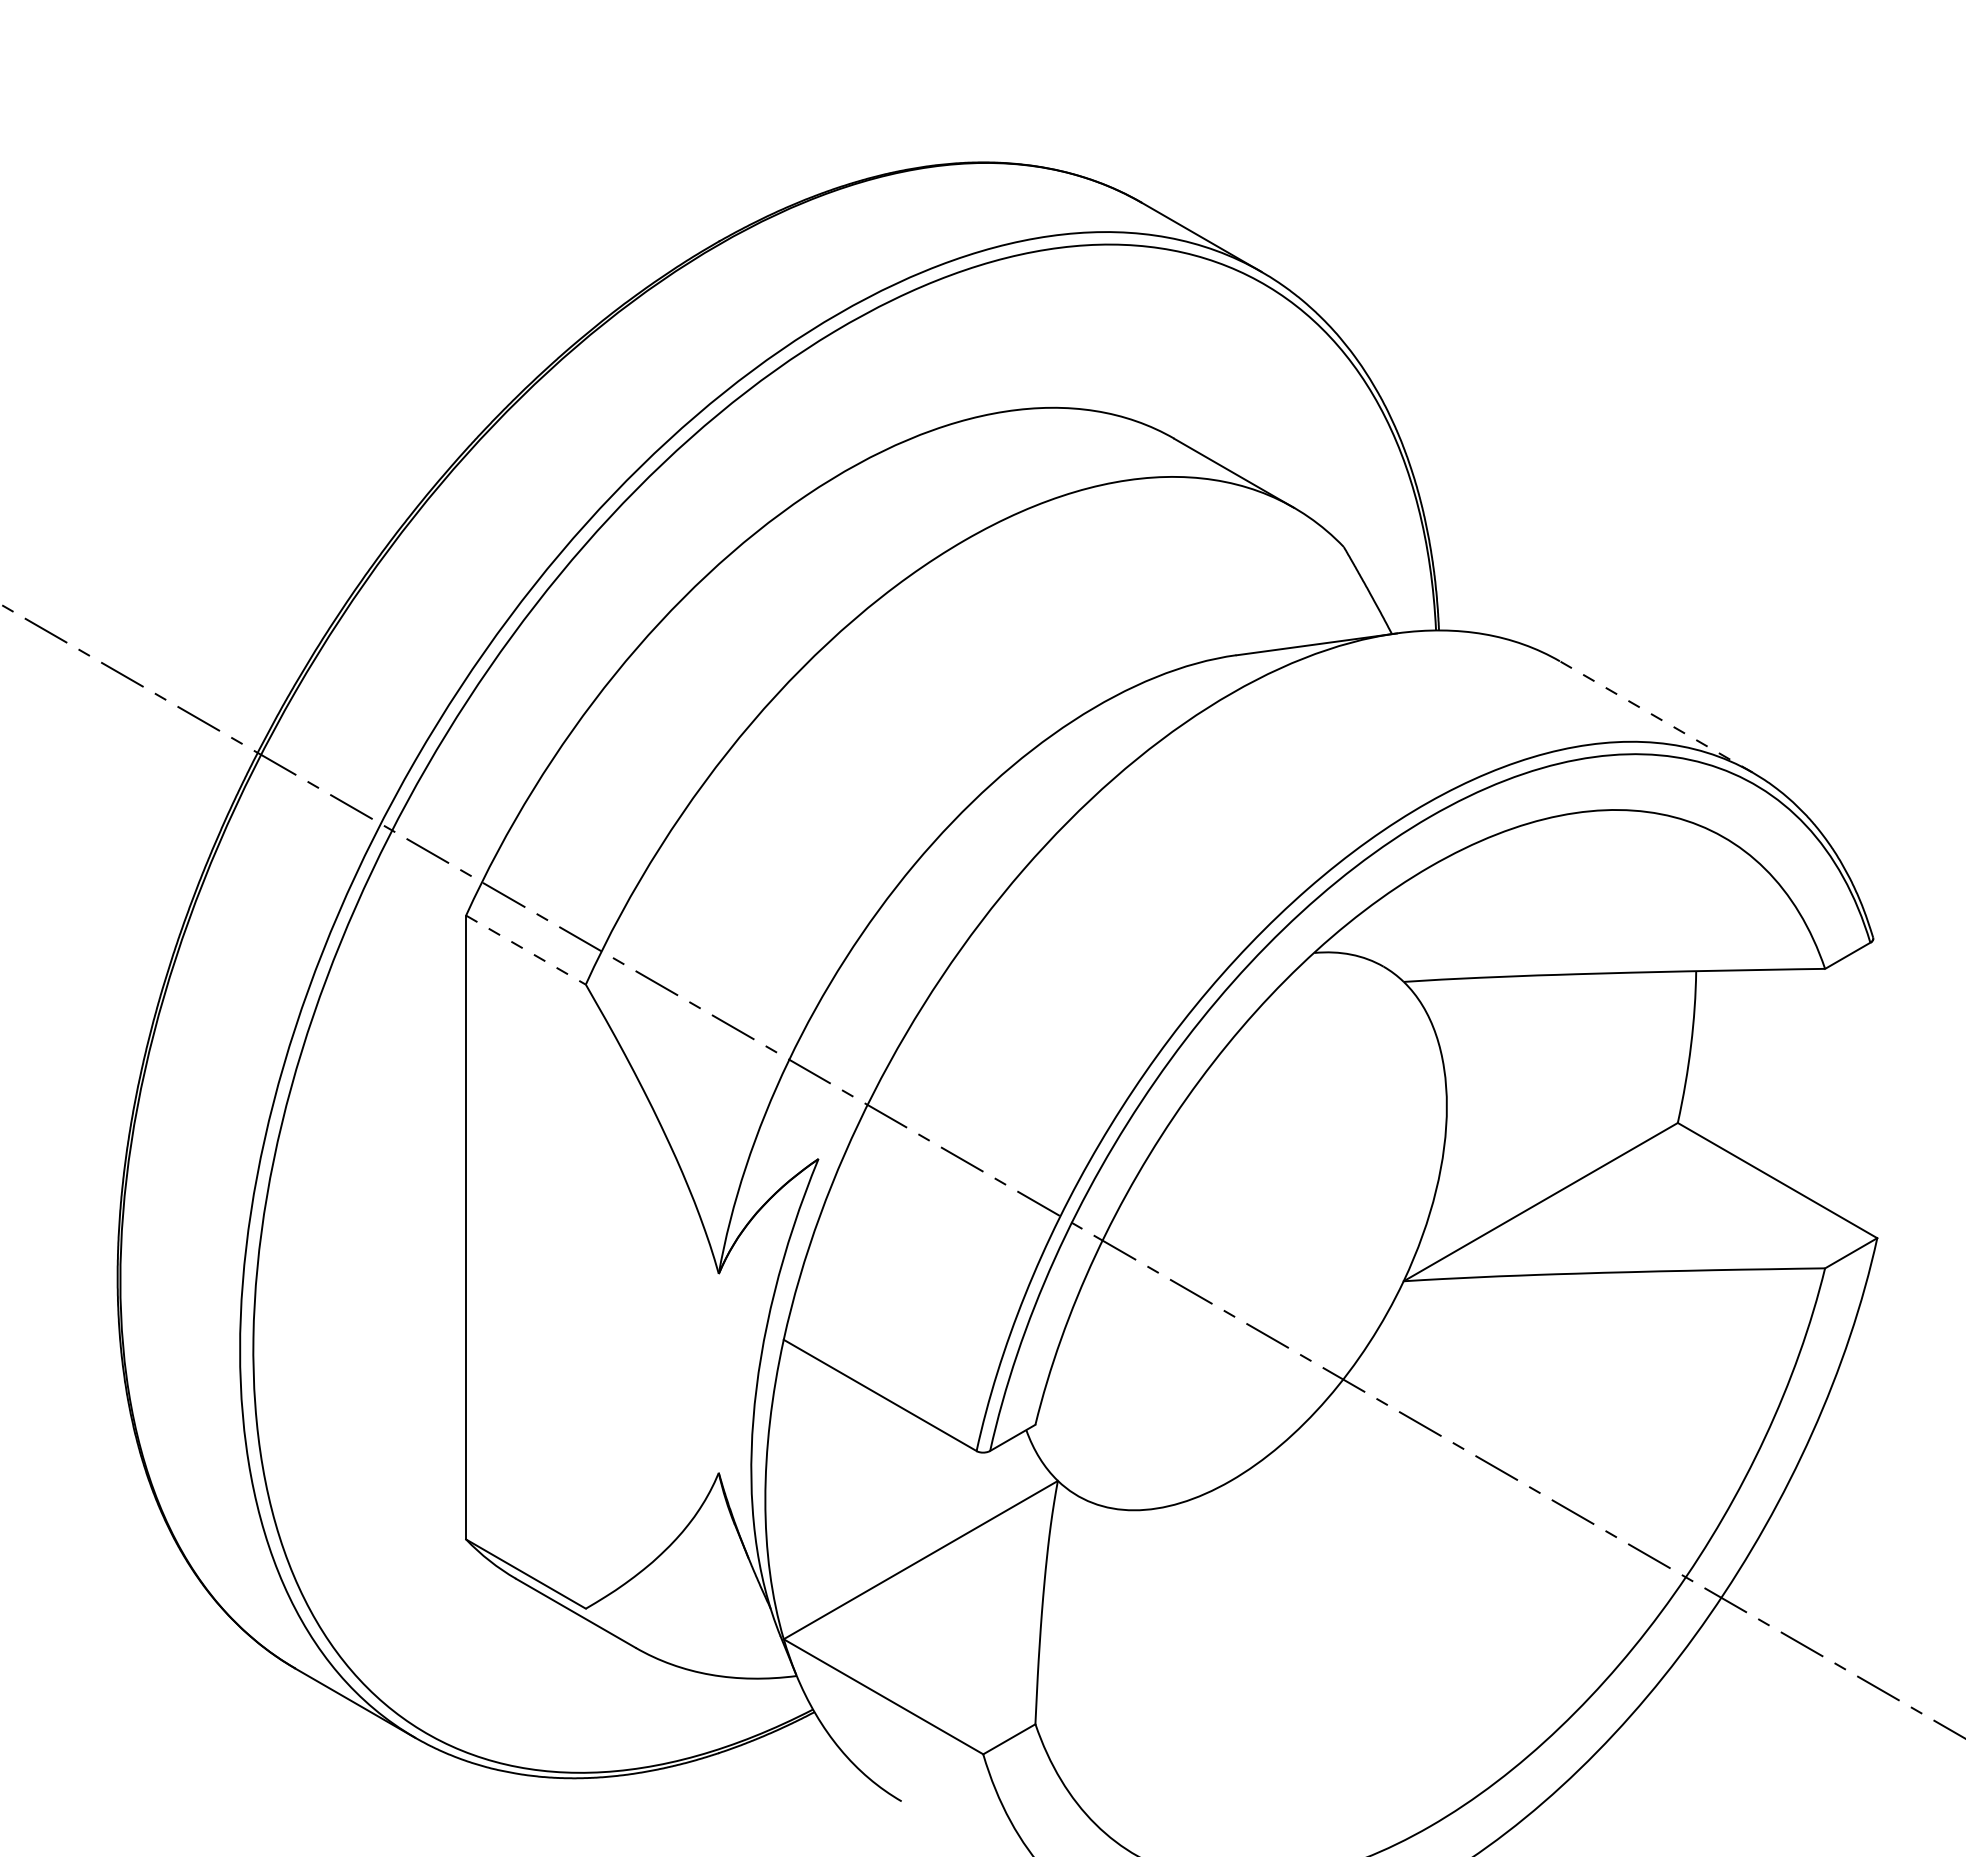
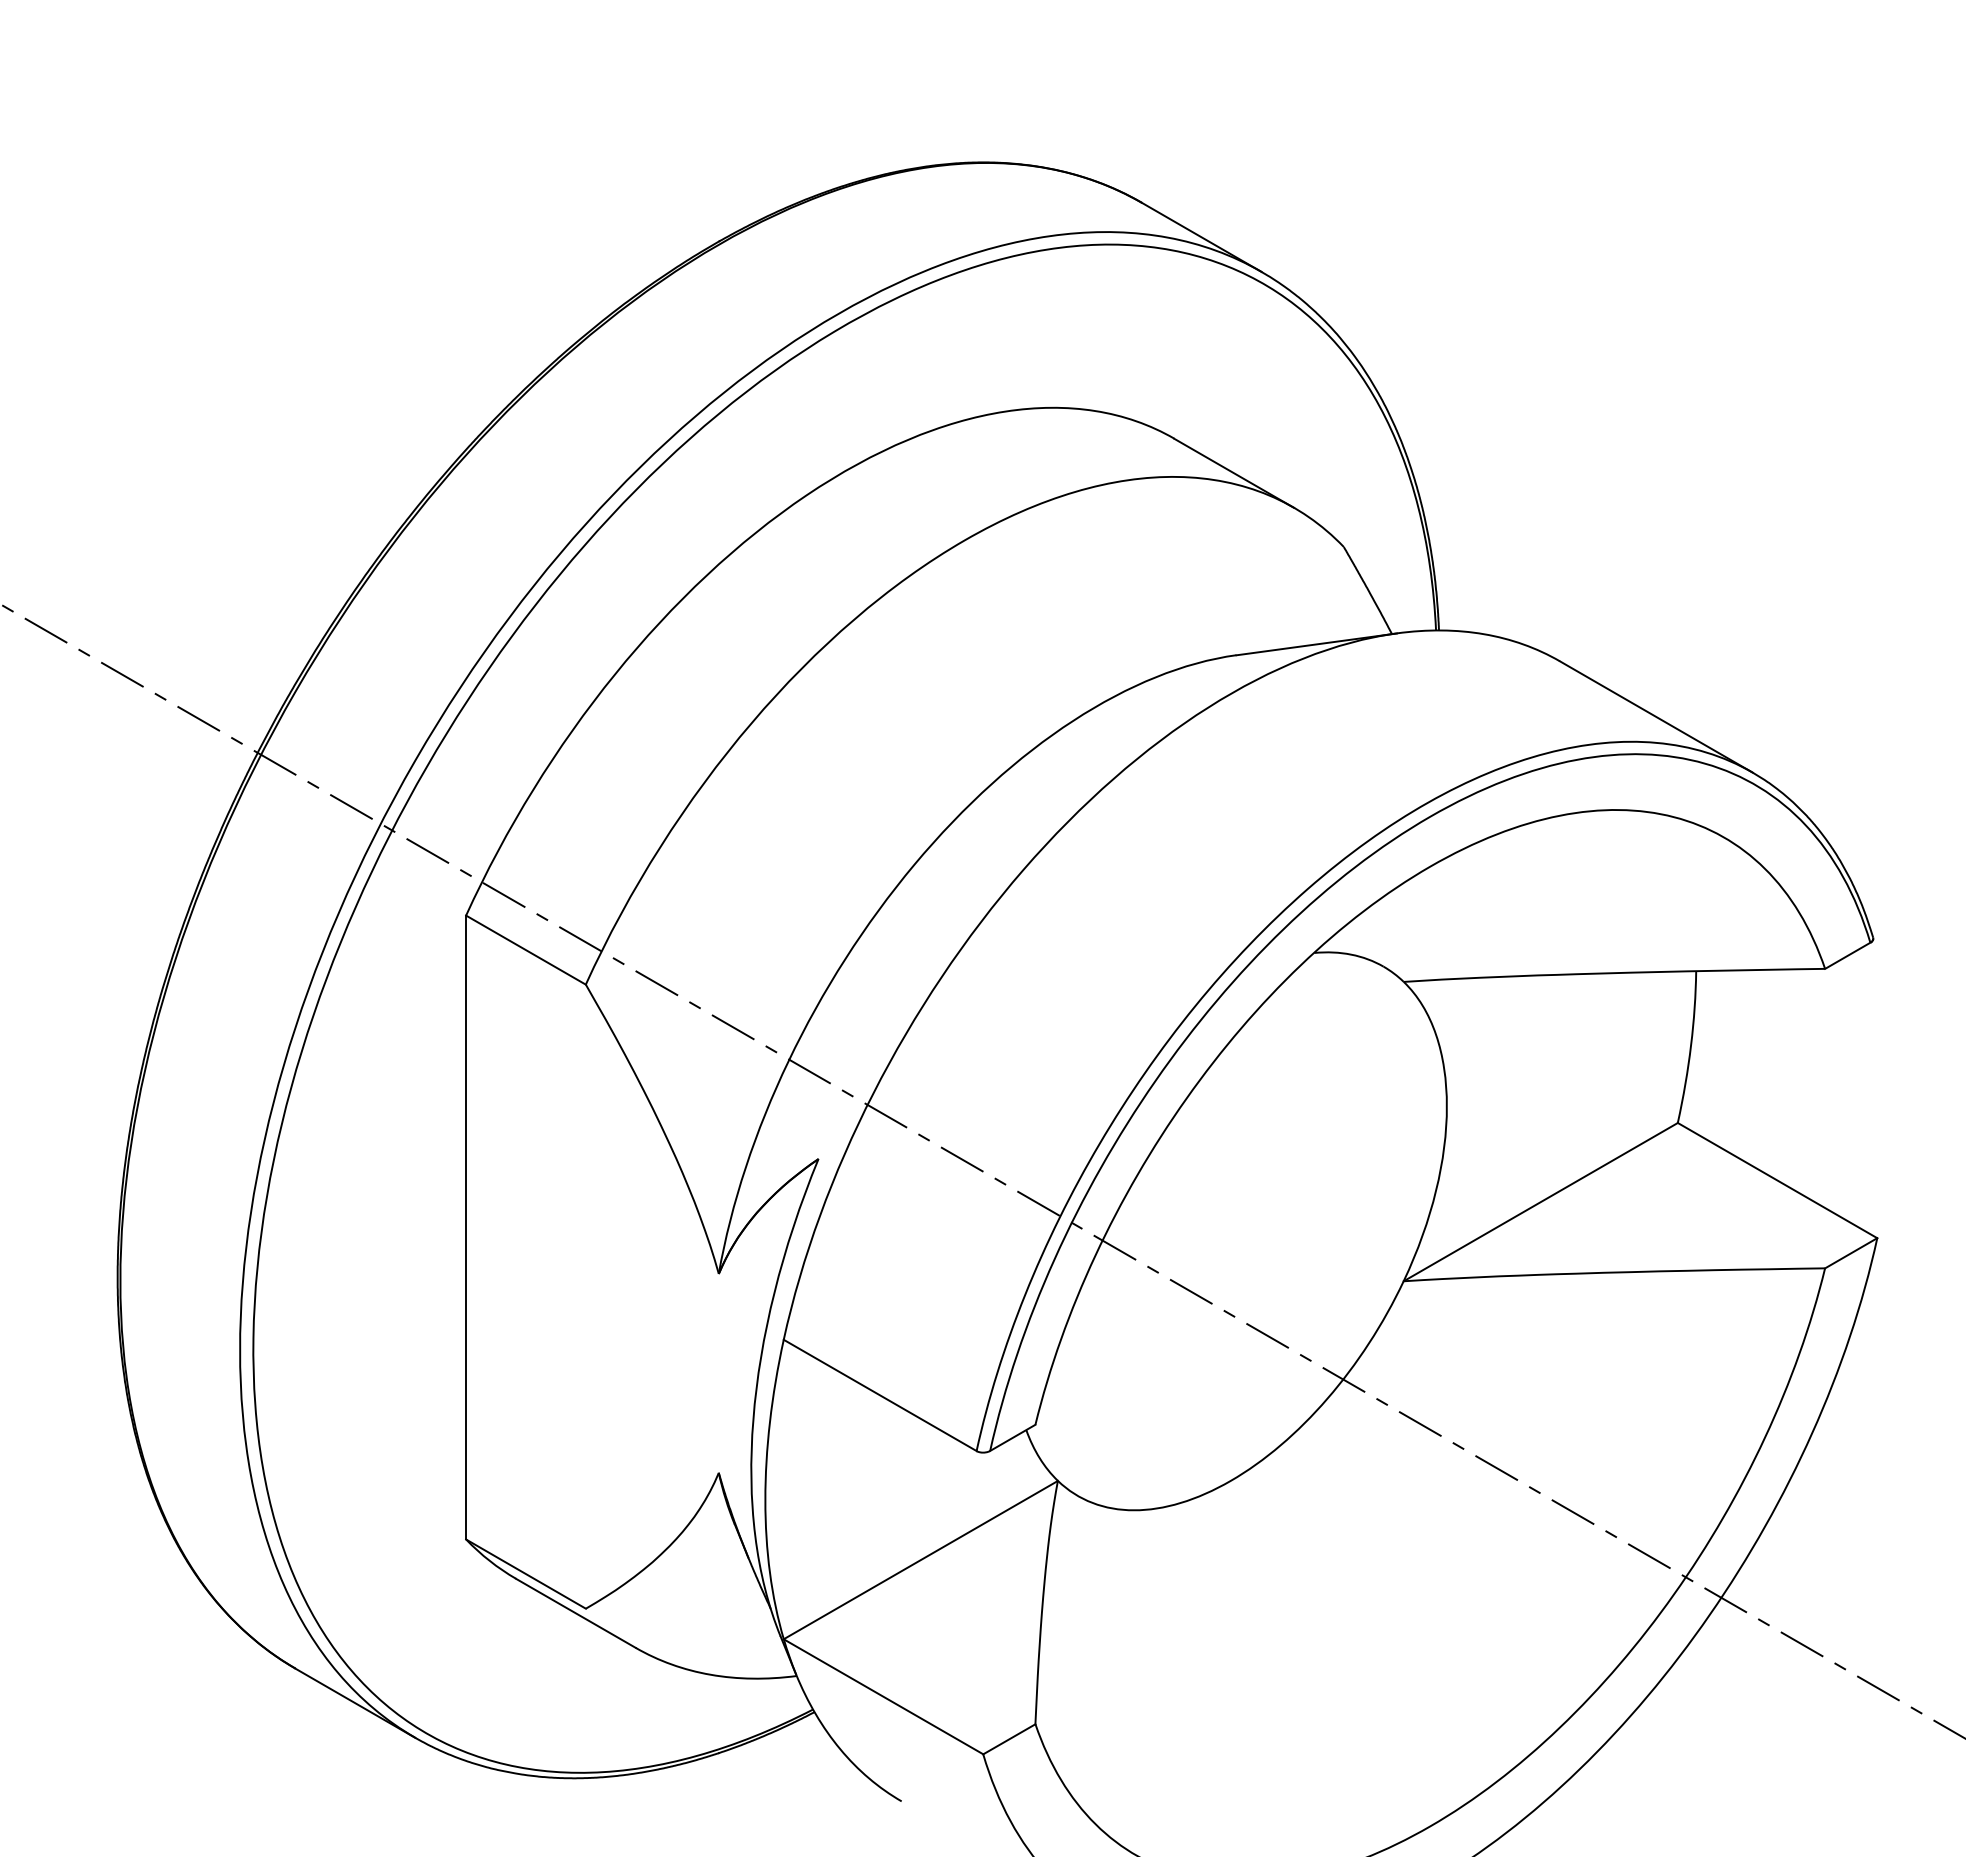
line at (1655, 716): dashed -> solid
line at (526, 950): dashed -> solid
